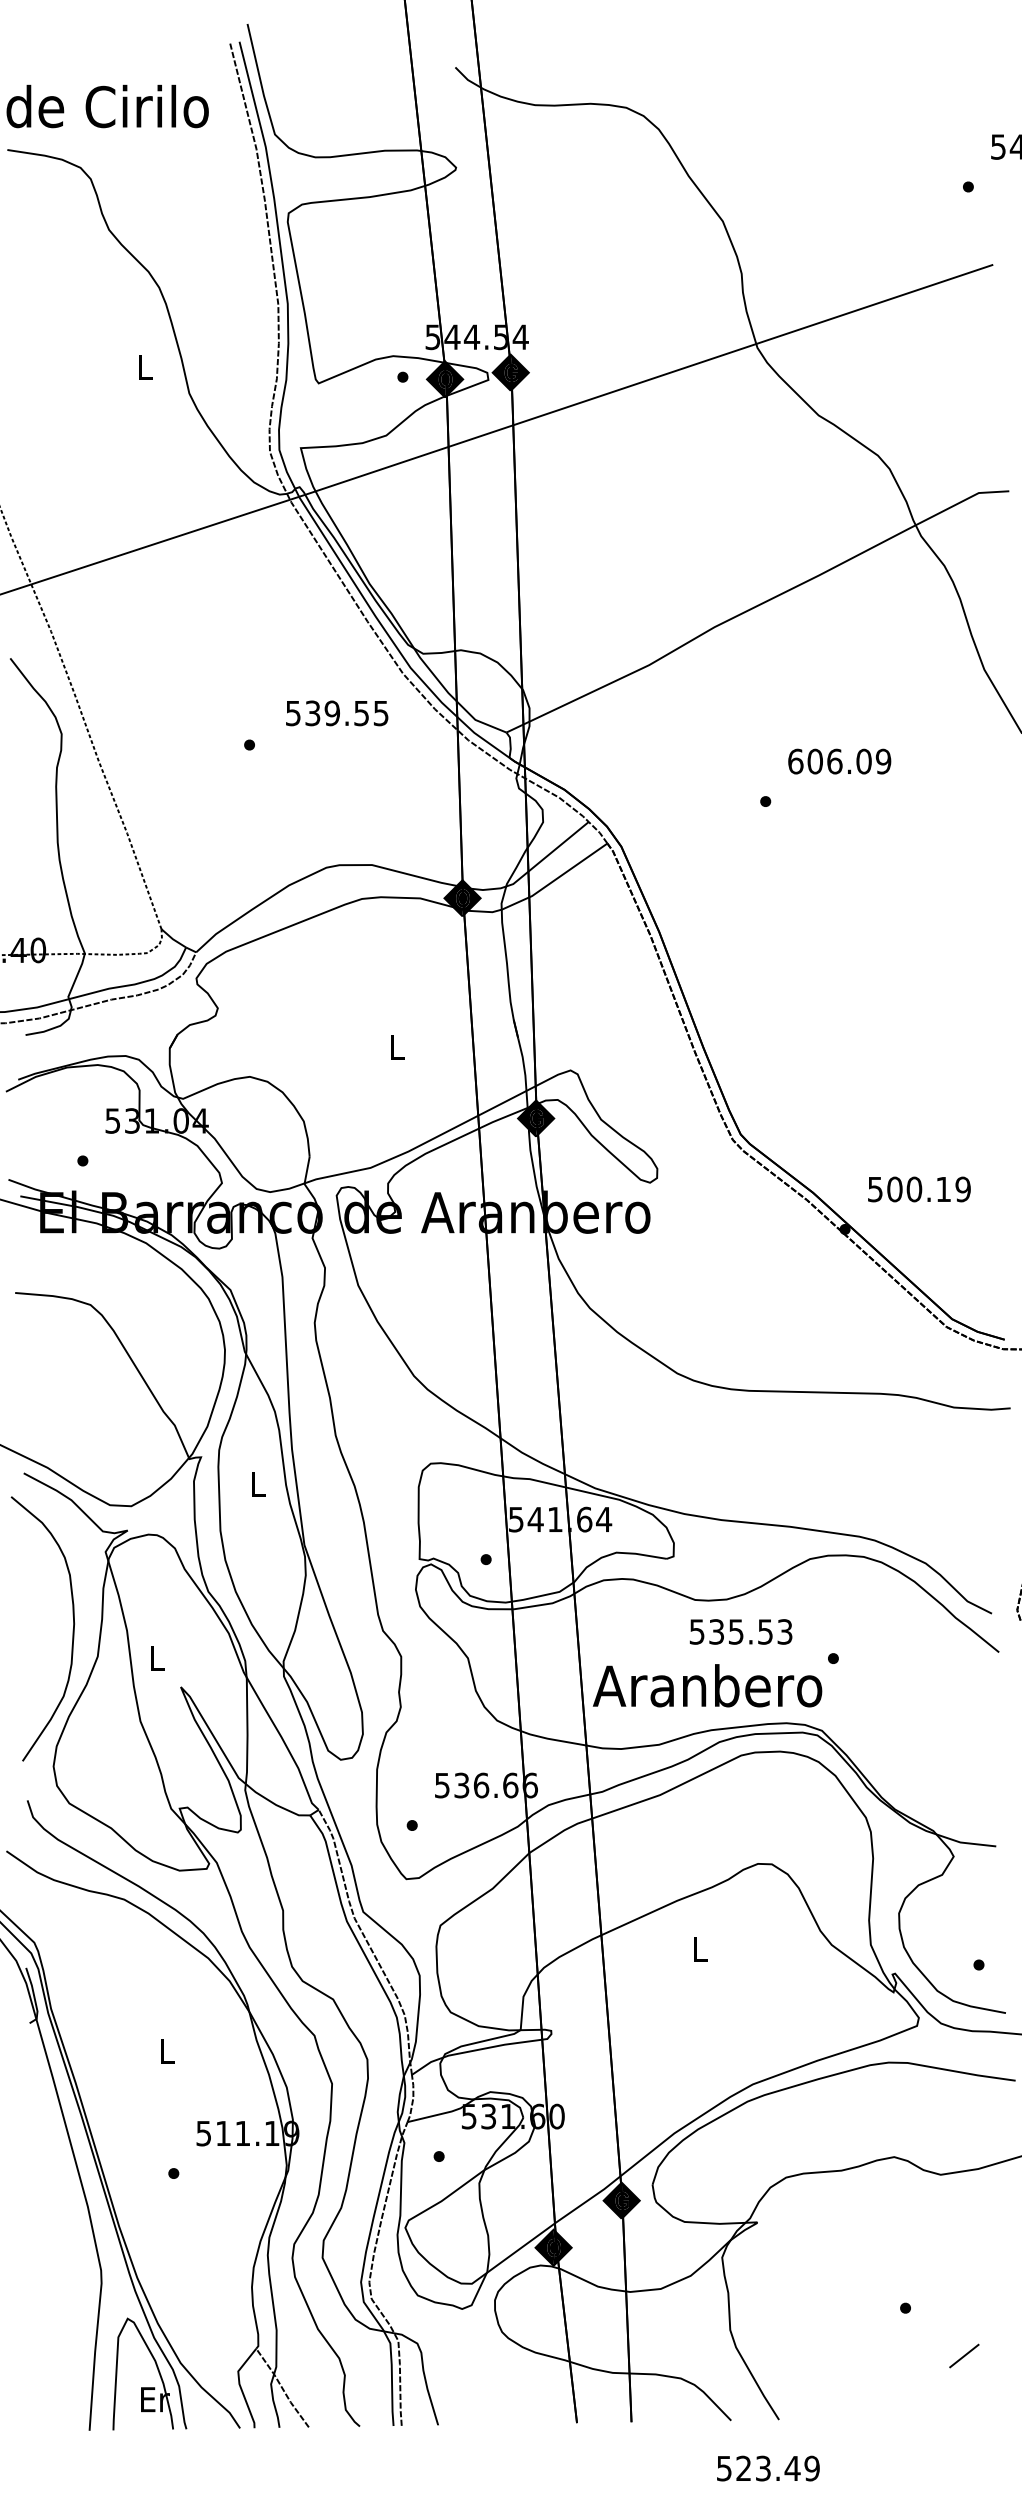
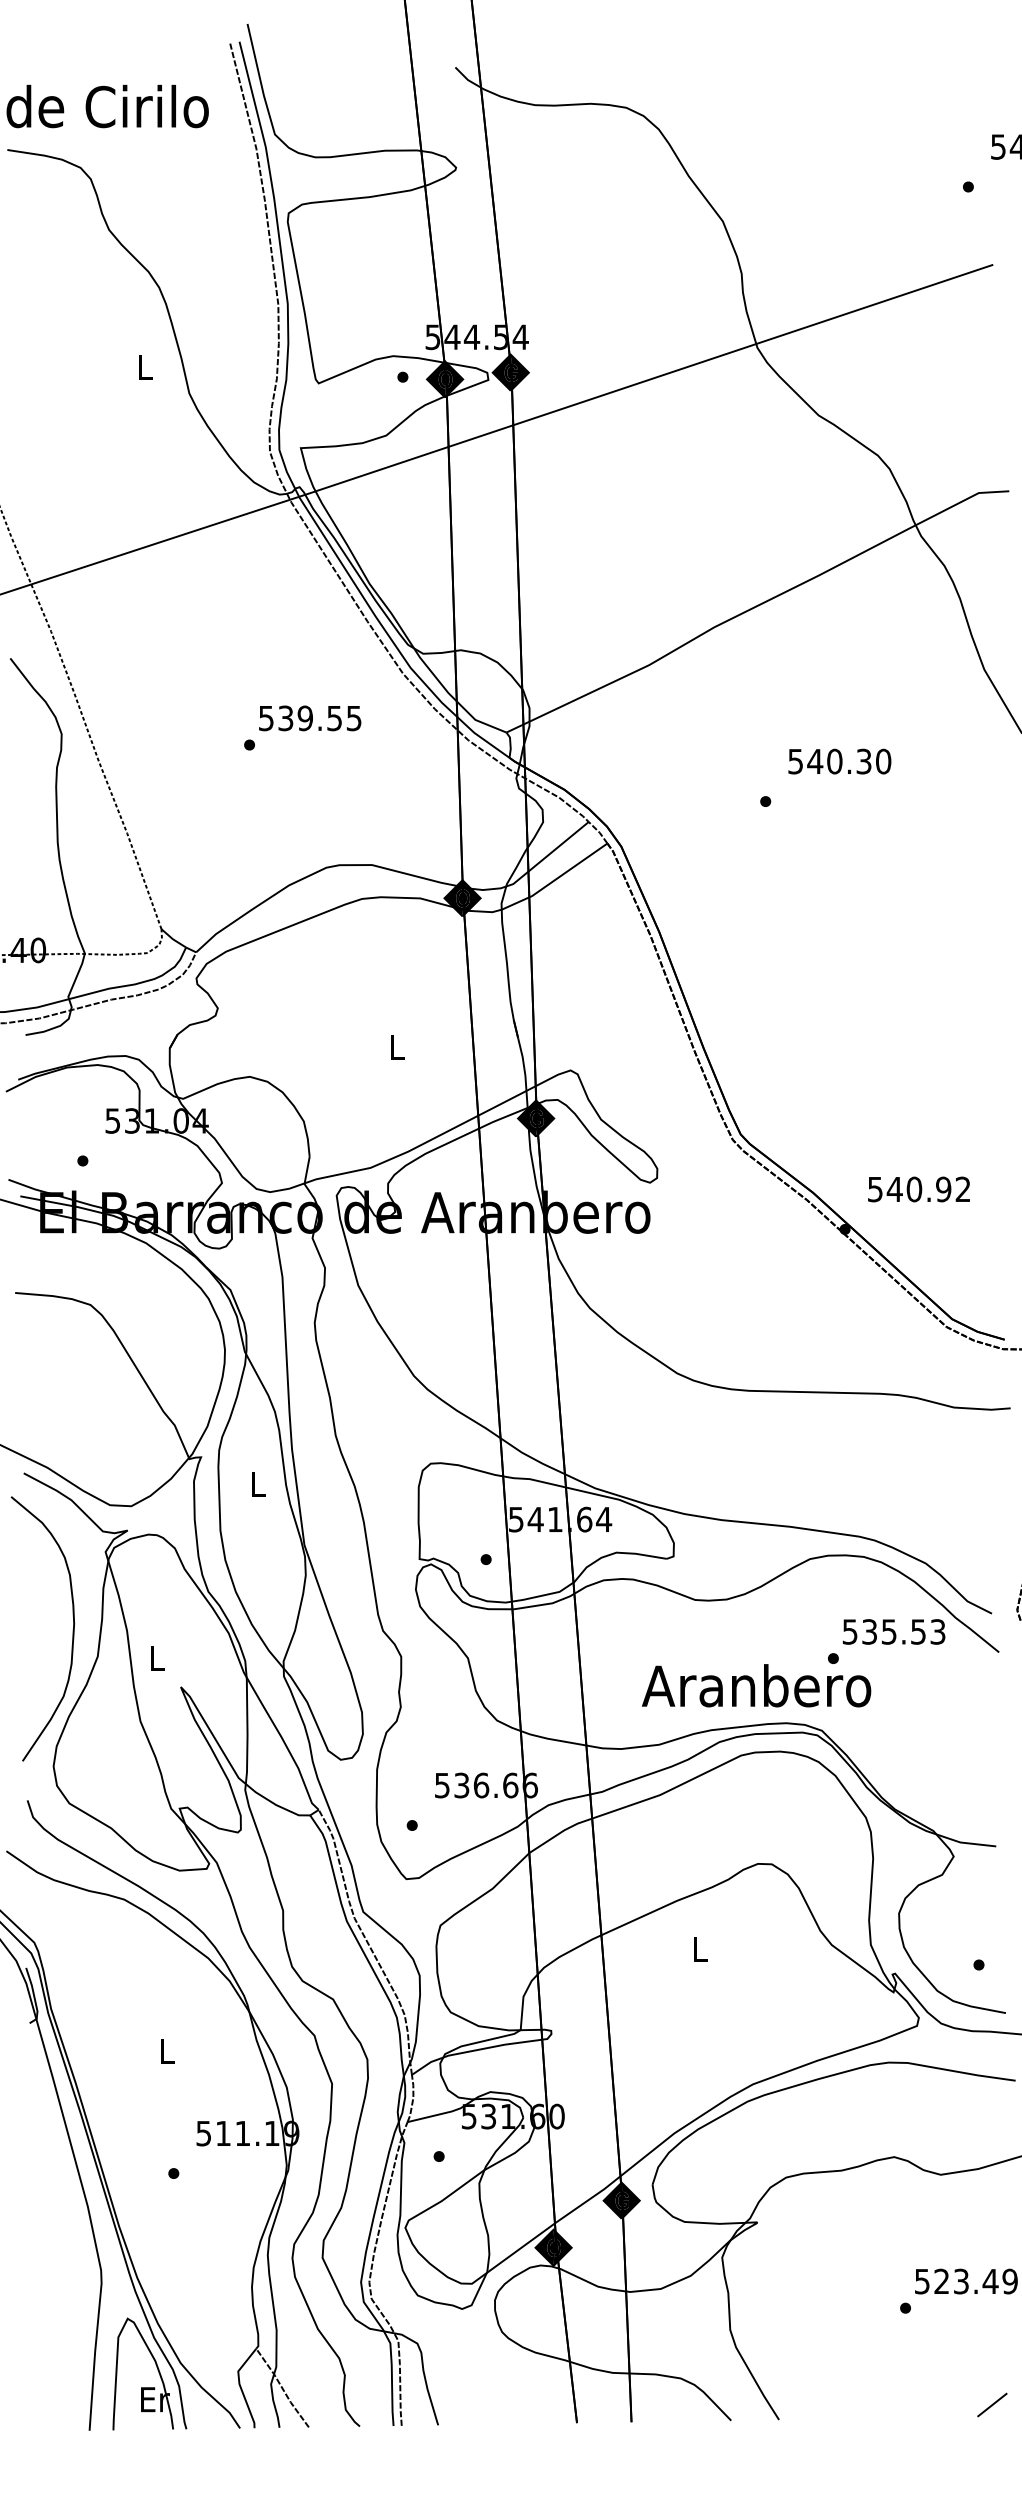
text at (337, 713) position: (337, 713) -> (310, 718)
text at (839, 761): 606.09 -> 540.30
text at (928, 1189): 500.19 -> 540.92
text at (740, 1631) position: (740, 1631) -> (893, 1631)
text at (707, 1685) position: (707, 1685) -> (756, 1685)
line at (964, 2355) position: (964, 2355) -> (992, 2404)
text at (768, 2468) position: (768, 2468) -> (966, 2281)
